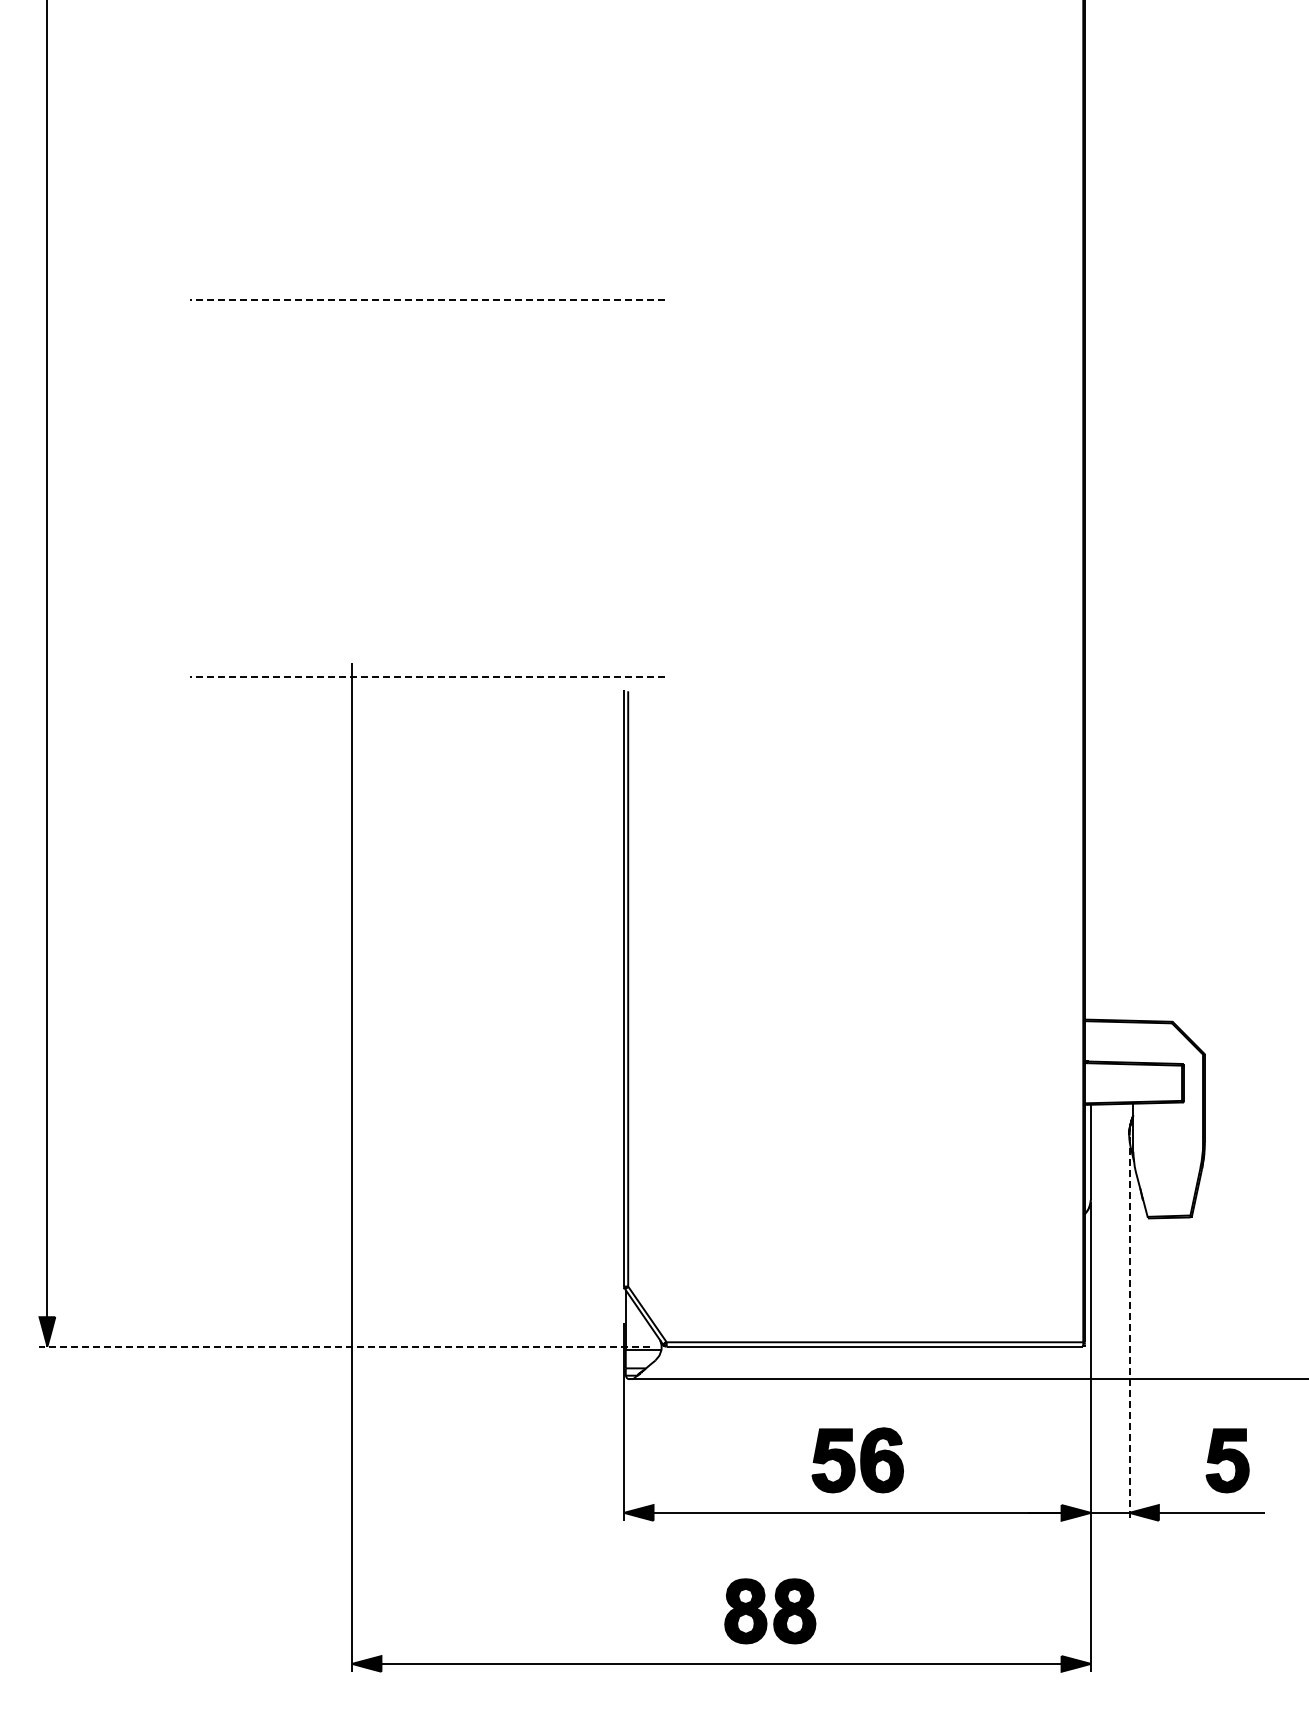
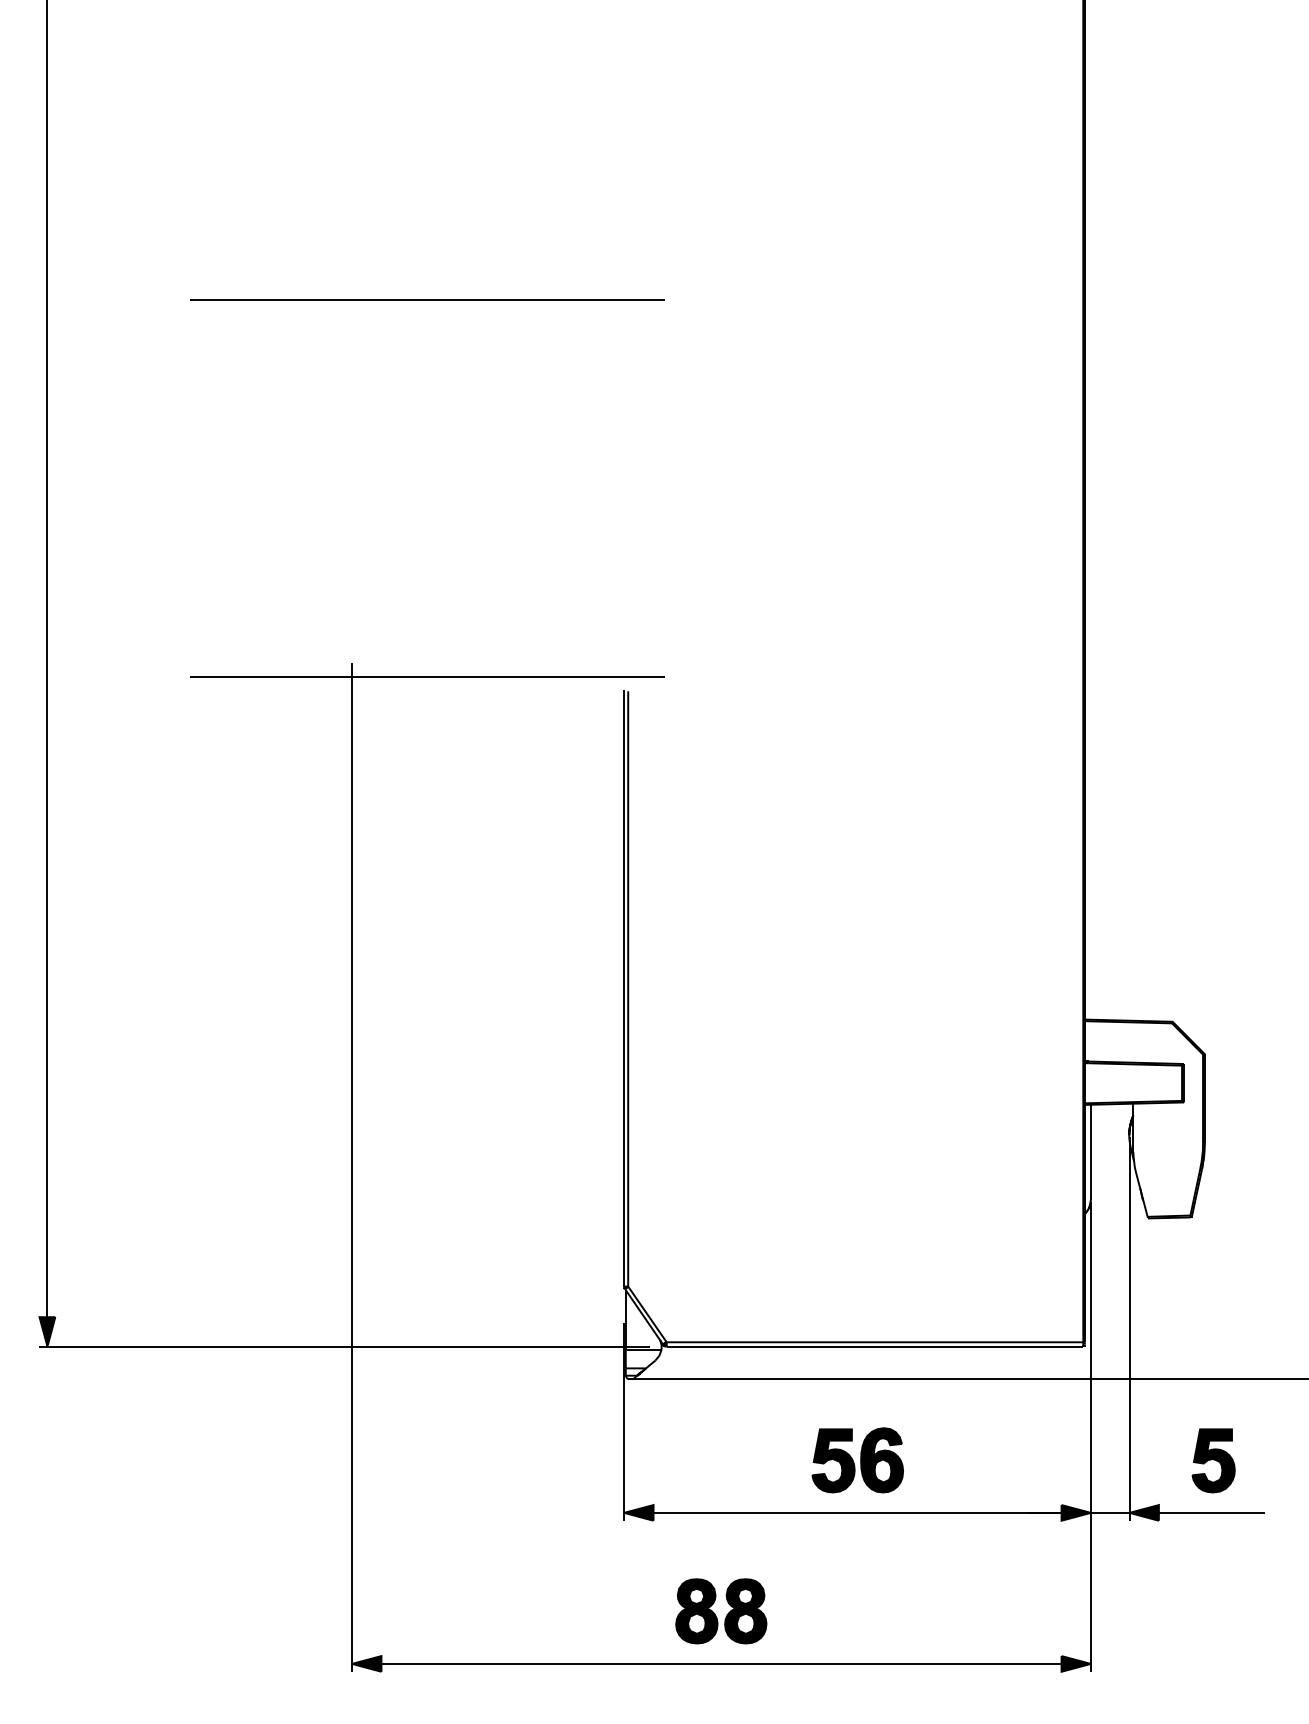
line at (427, 299): dashed -> solid
line at (427, 677): dashed -> solid
line at (1129, 1329): dashed -> solid
line at (343, 1346): dashed -> solid
part at (1227, 1460) position: (1227, 1460) -> (1213, 1460)
part at (770, 1611) position: (770, 1611) -> (721, 1611)
